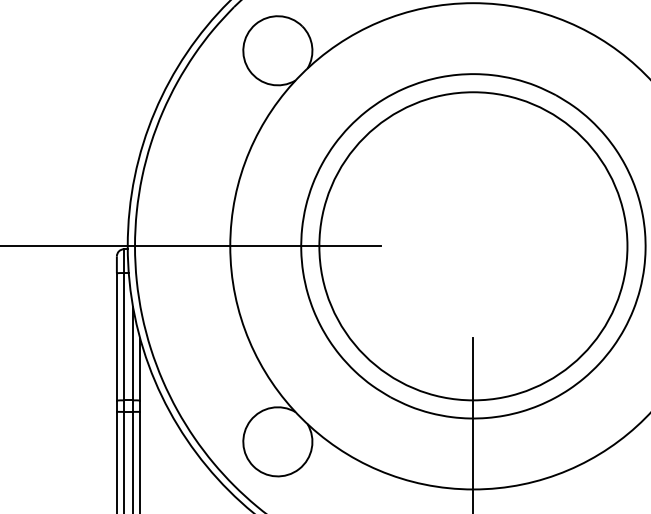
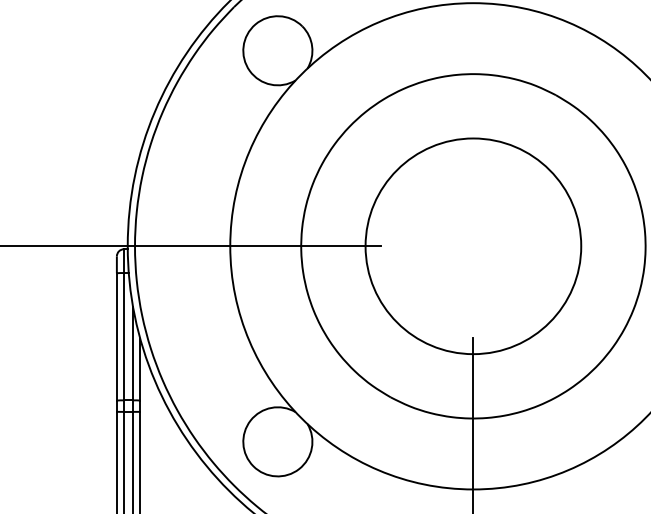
circle at (473, 246) diameter: 308 px -> 216 px
